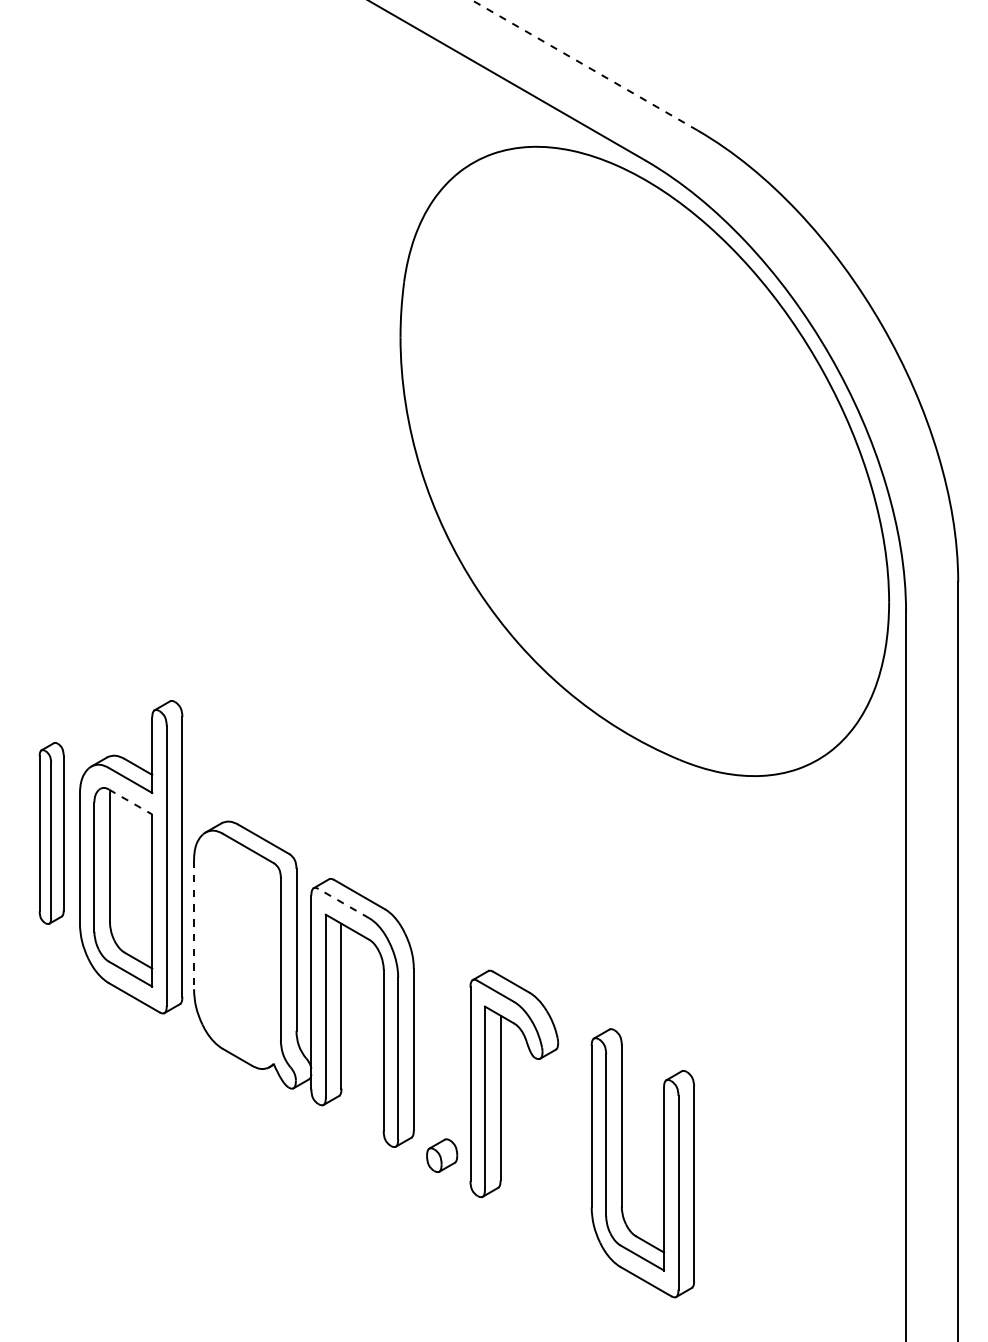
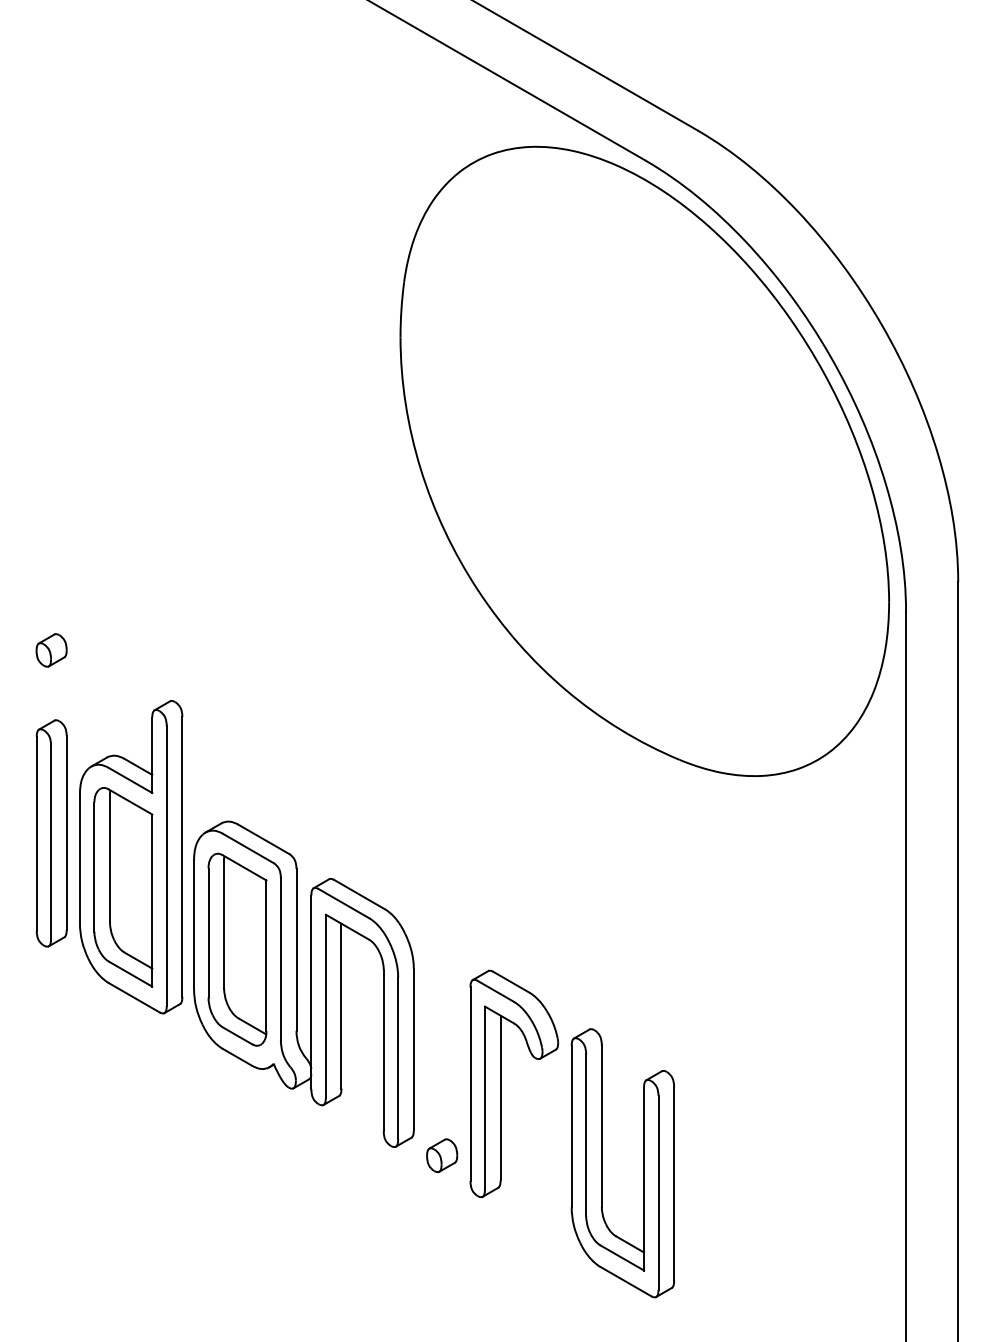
line at (584, 65): dashed -> solid
part at (51, 650): none -> present
line at (130, 802): dashed -> solid
part at (51, 833) size: 27x183 px -> 33x229 px
line at (343, 903): dashed -> solid
line at (194, 924): dashed -> solid
part at (237, 949): none -> present
part at (622, 1163) position: (622, 1163) -> (602, 1163)
